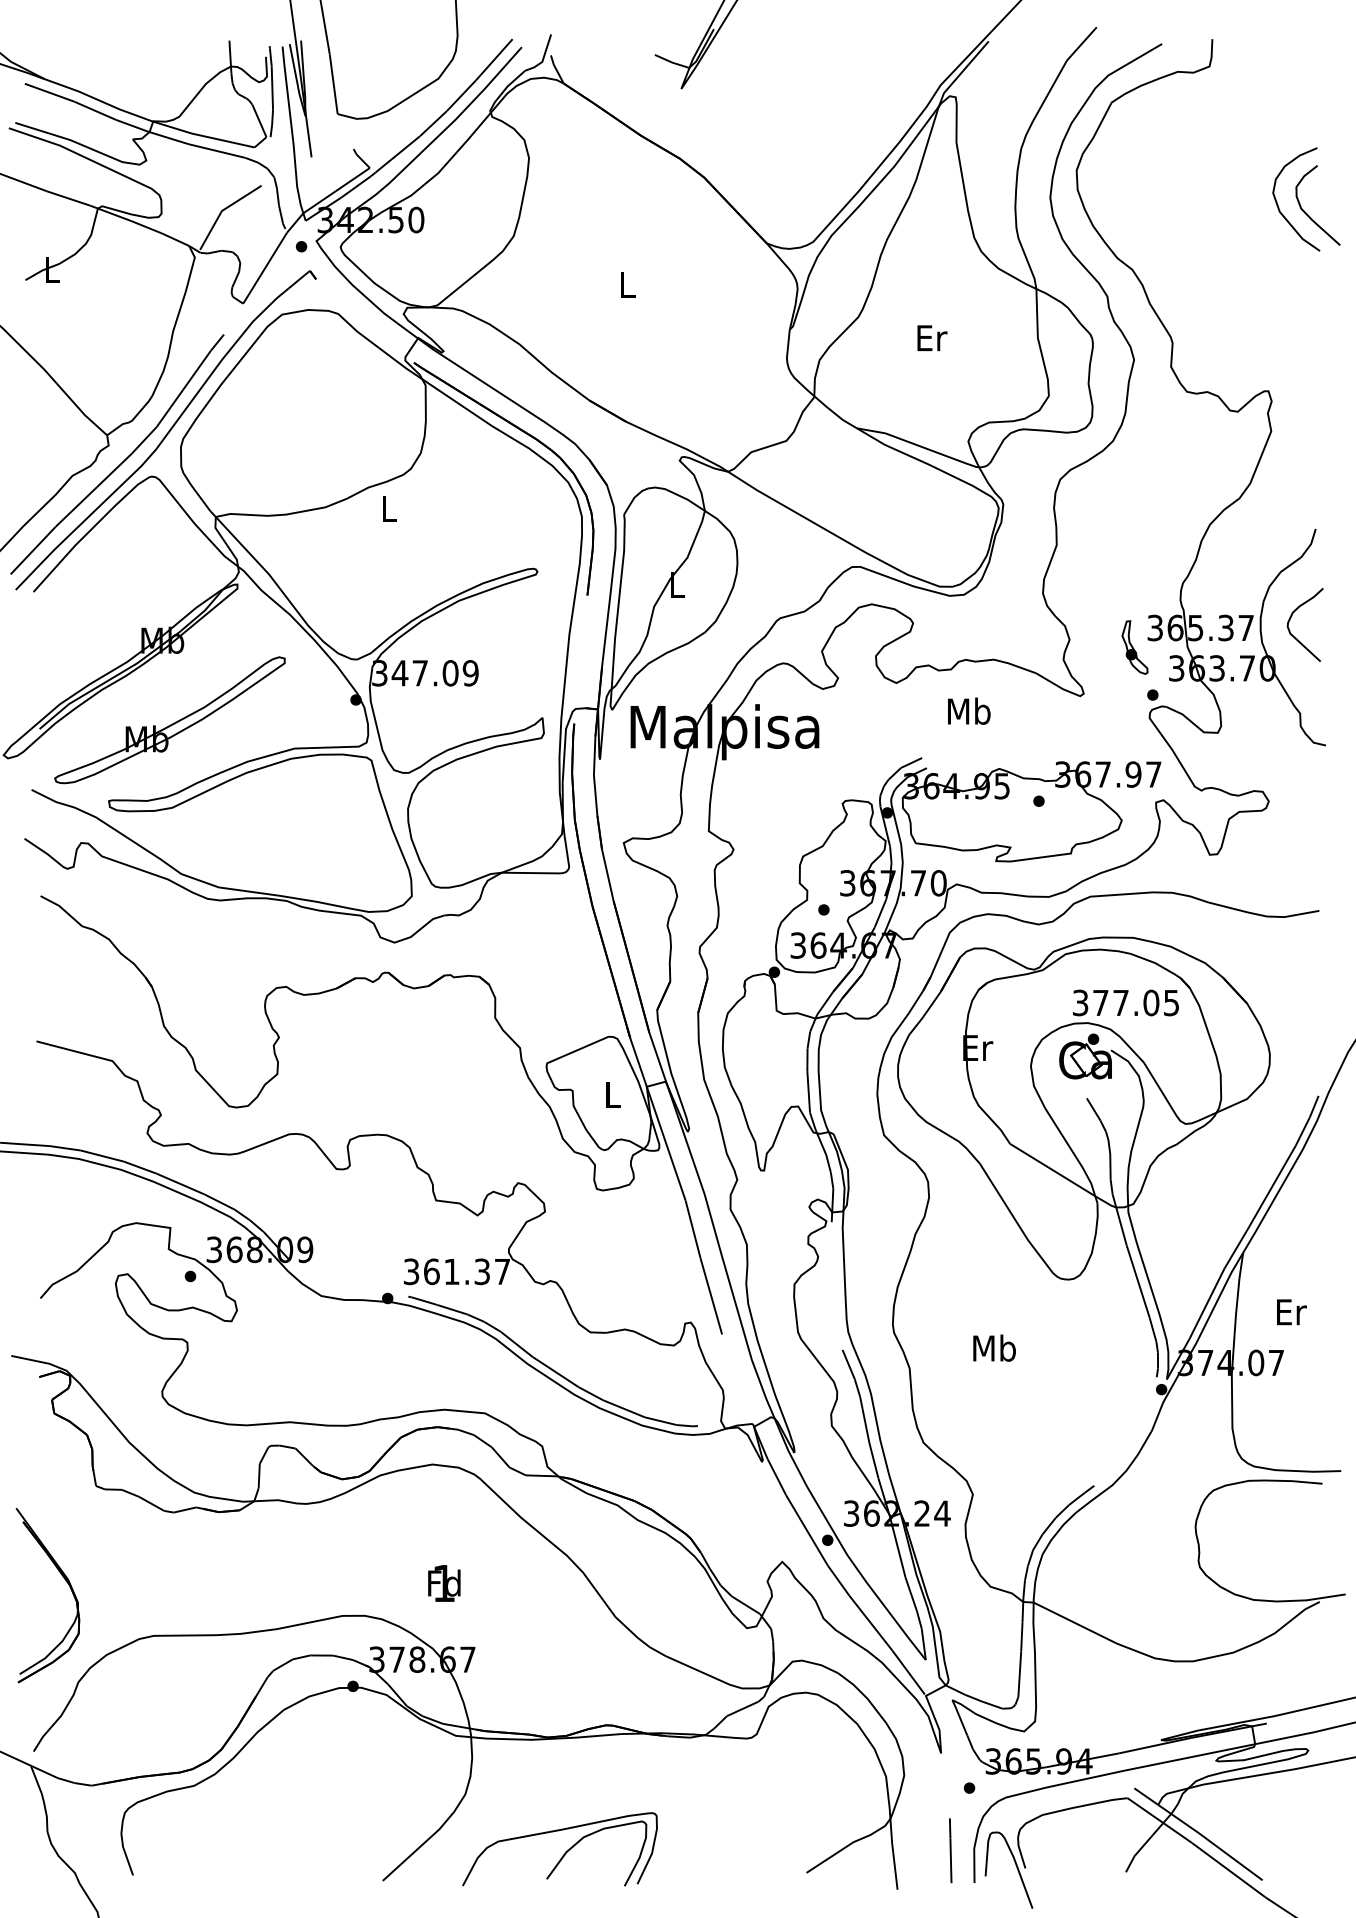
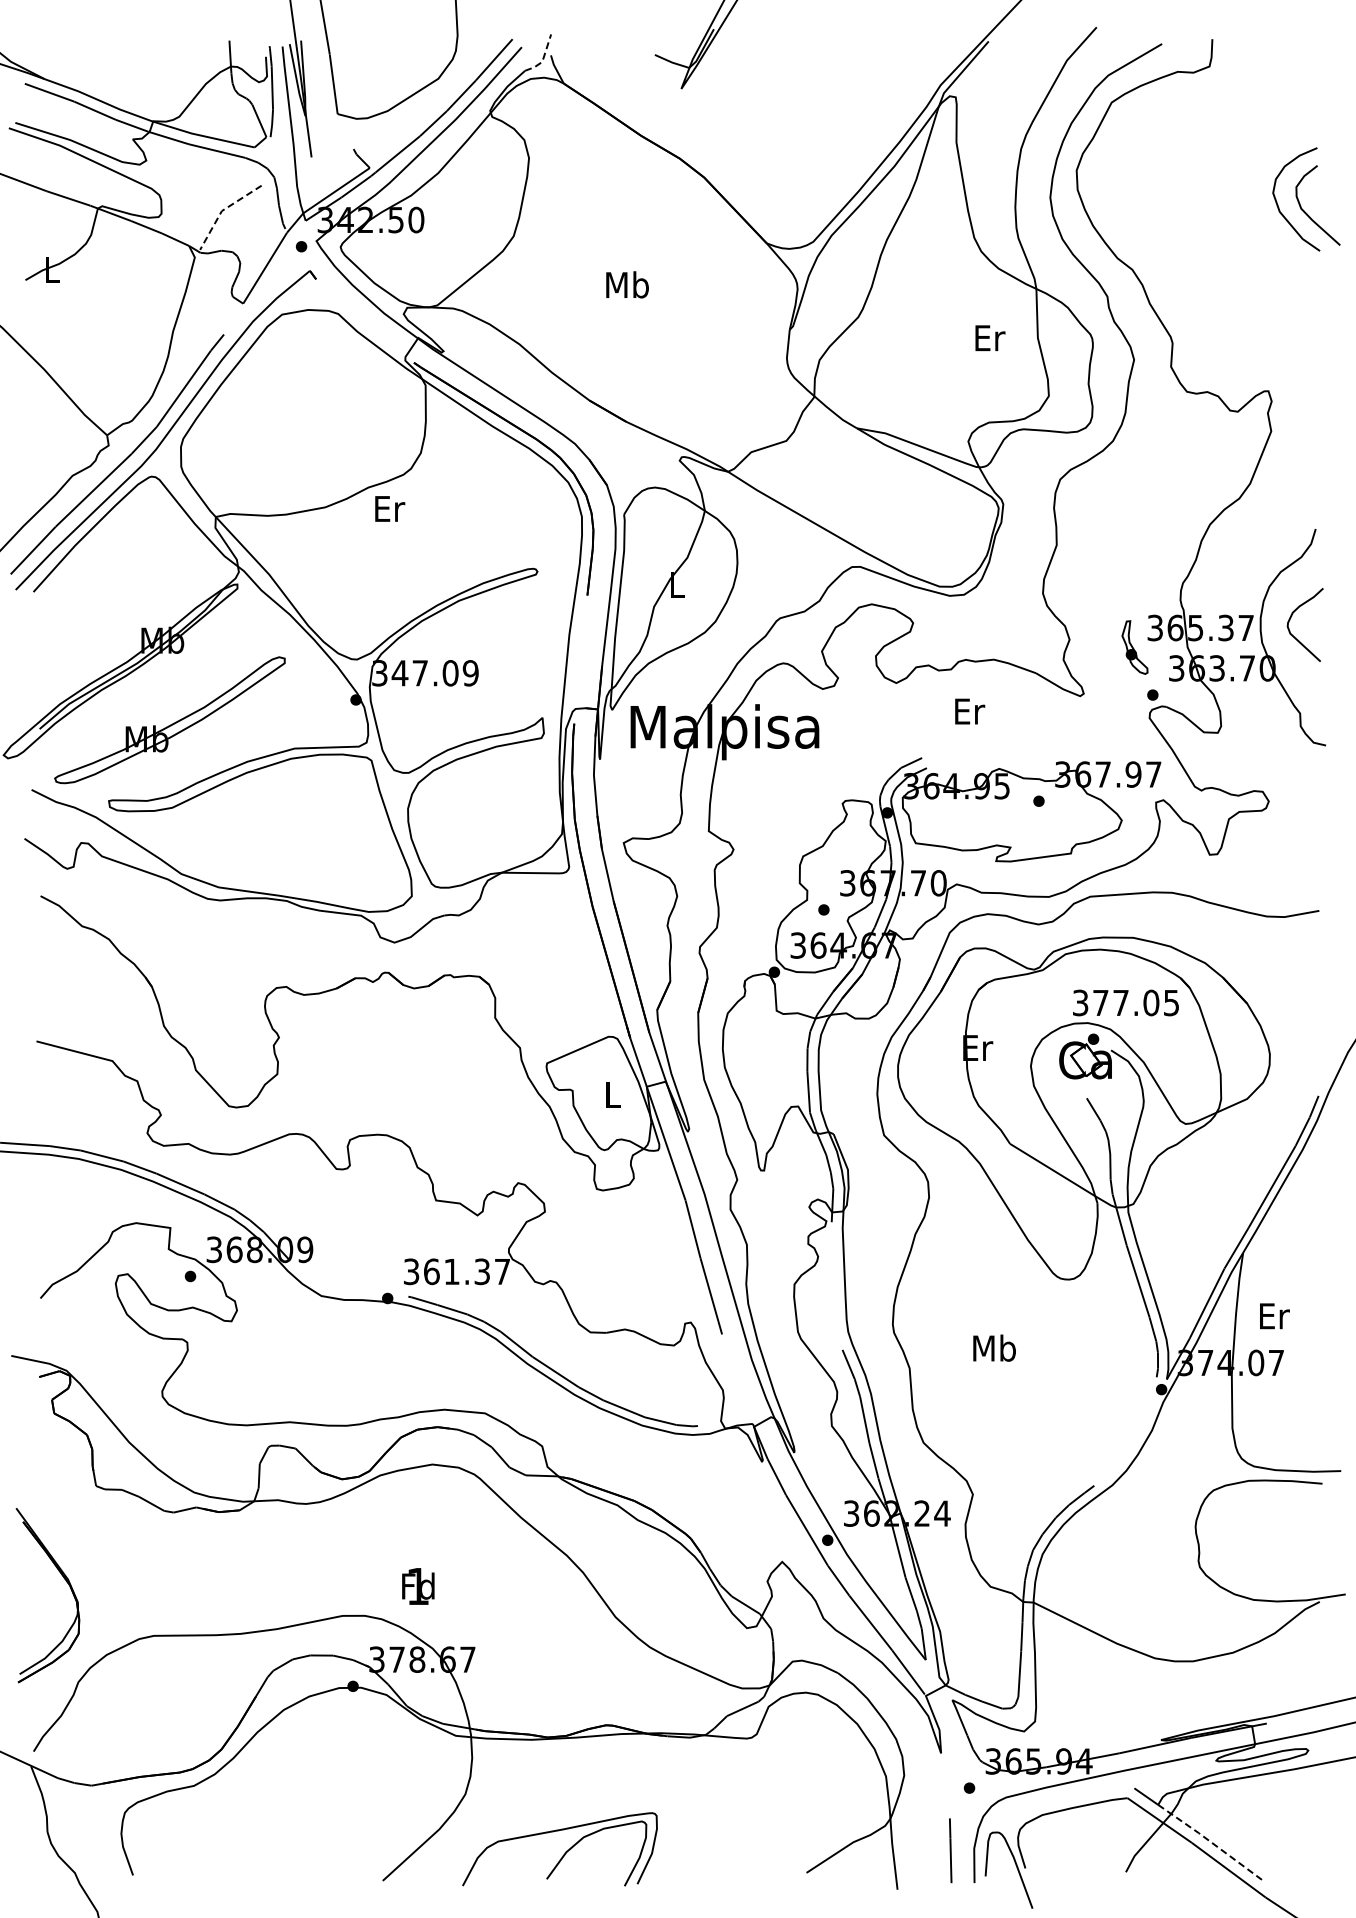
line at (543, 58): solid -> dashed
line at (222, 210): solid -> dashed
text at (627, 284): L -> Mb
text at (932, 338) position: (932, 338) -> (990, 338)
text at (390, 508): L -> Er
text at (969, 710): Mb -> Er
text at (1291, 1312) position: (1291, 1312) -> (1274, 1316)
text at (444, 1583) position: (444, 1583) -> (418, 1586)
line at (1210, 1841): solid -> dashed
